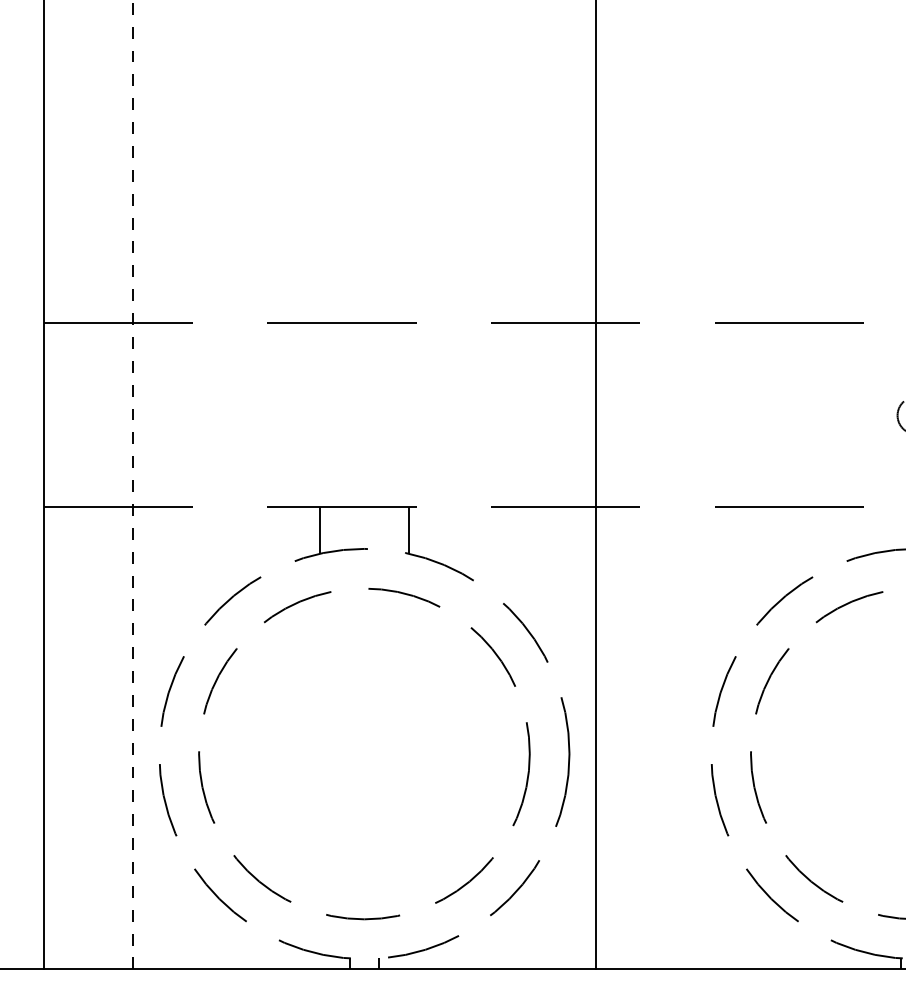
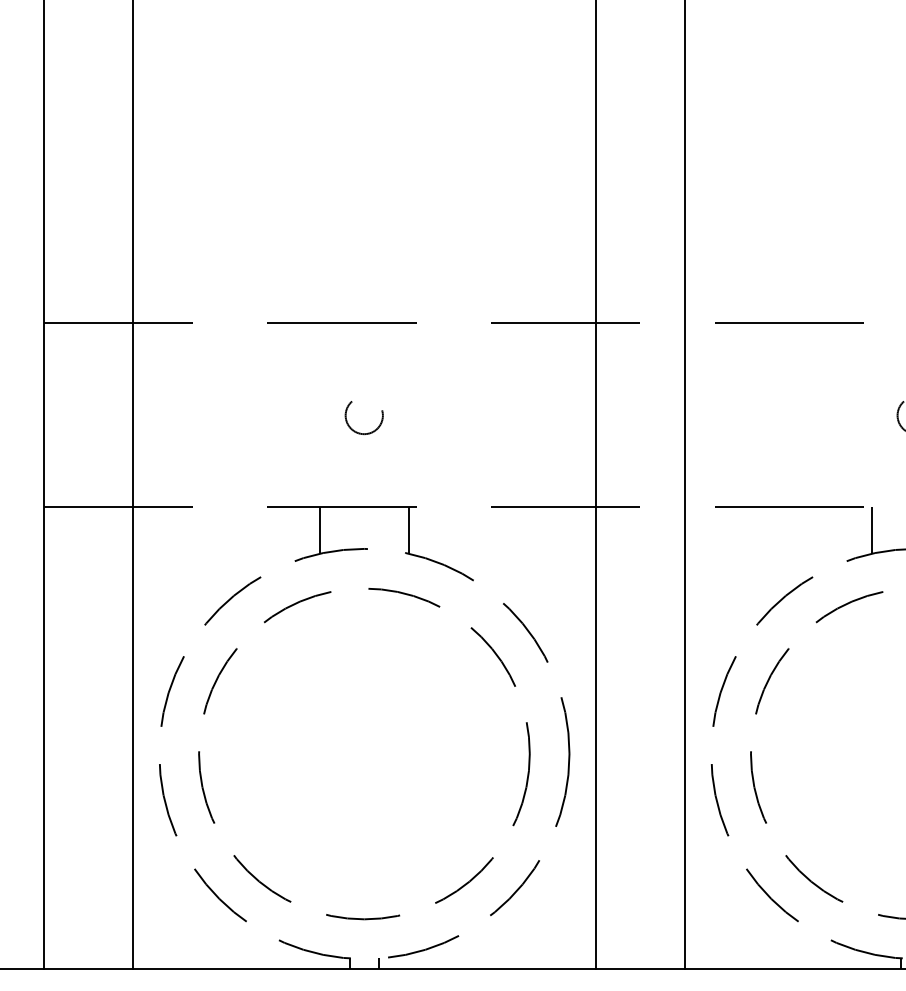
circle at (363, 417): none -> present
line at (133, 484): dashed -> solid
line at (684, 485): none -> present
line at (871, 529): none -> present
